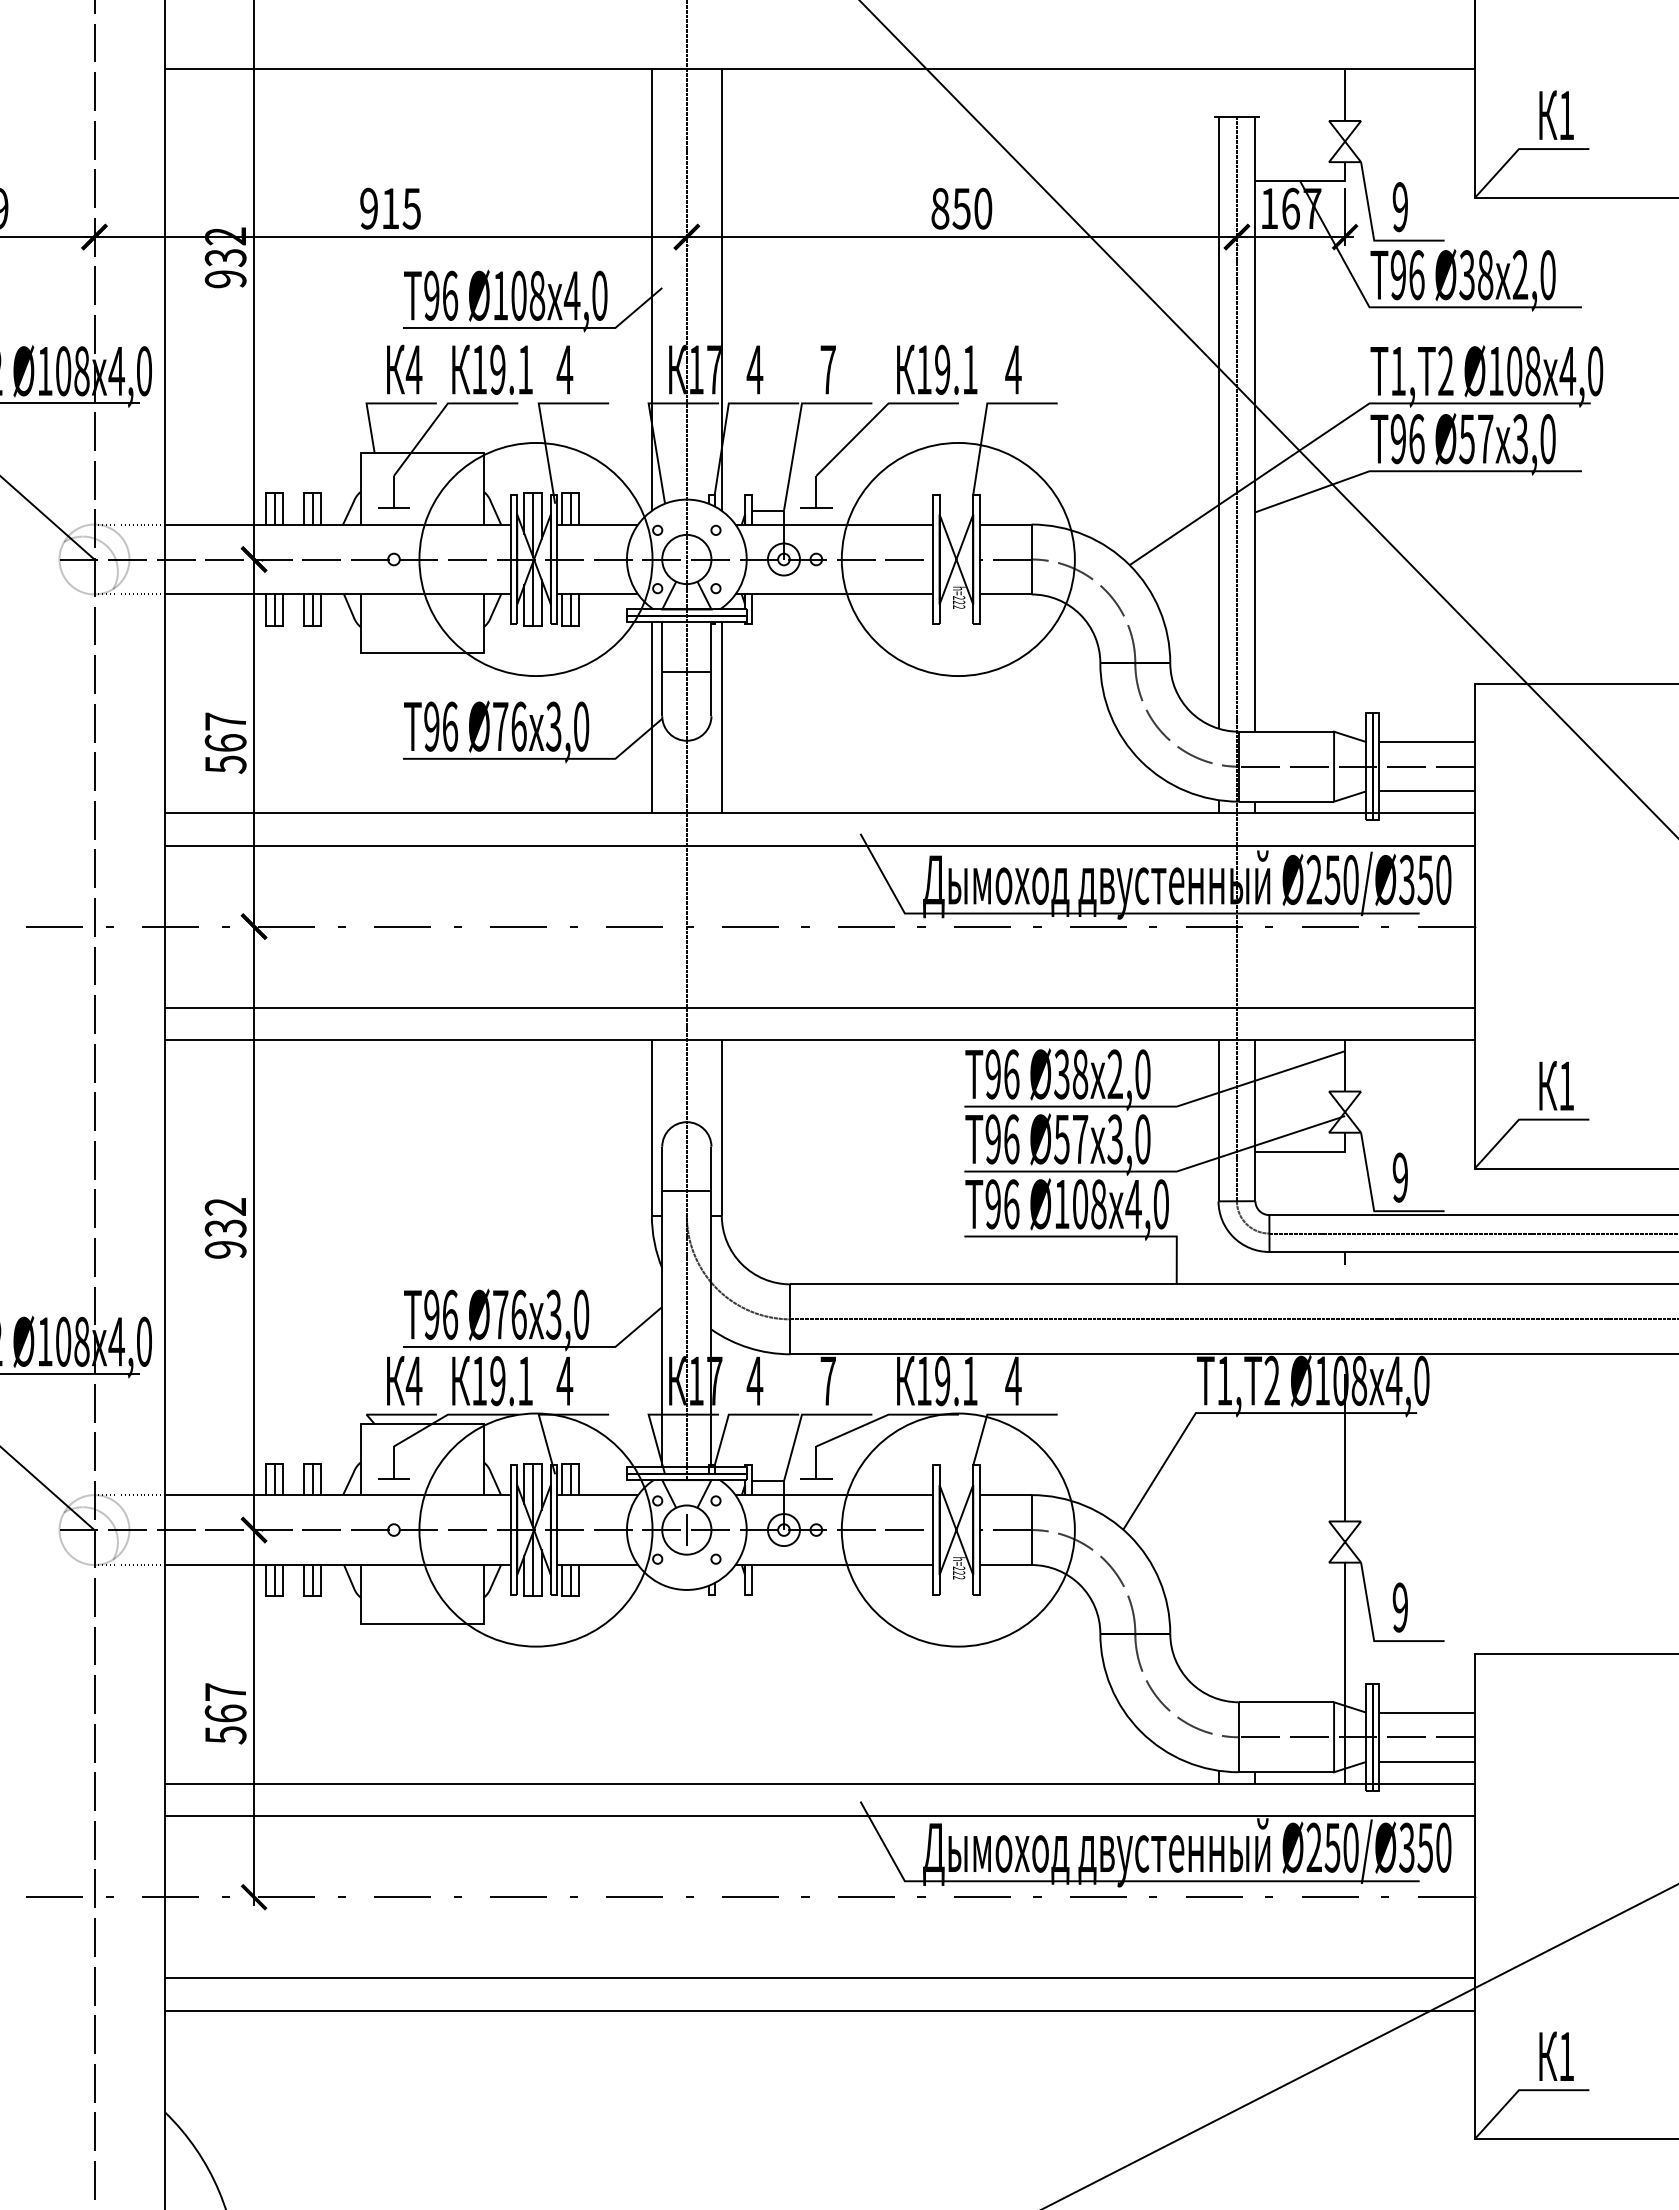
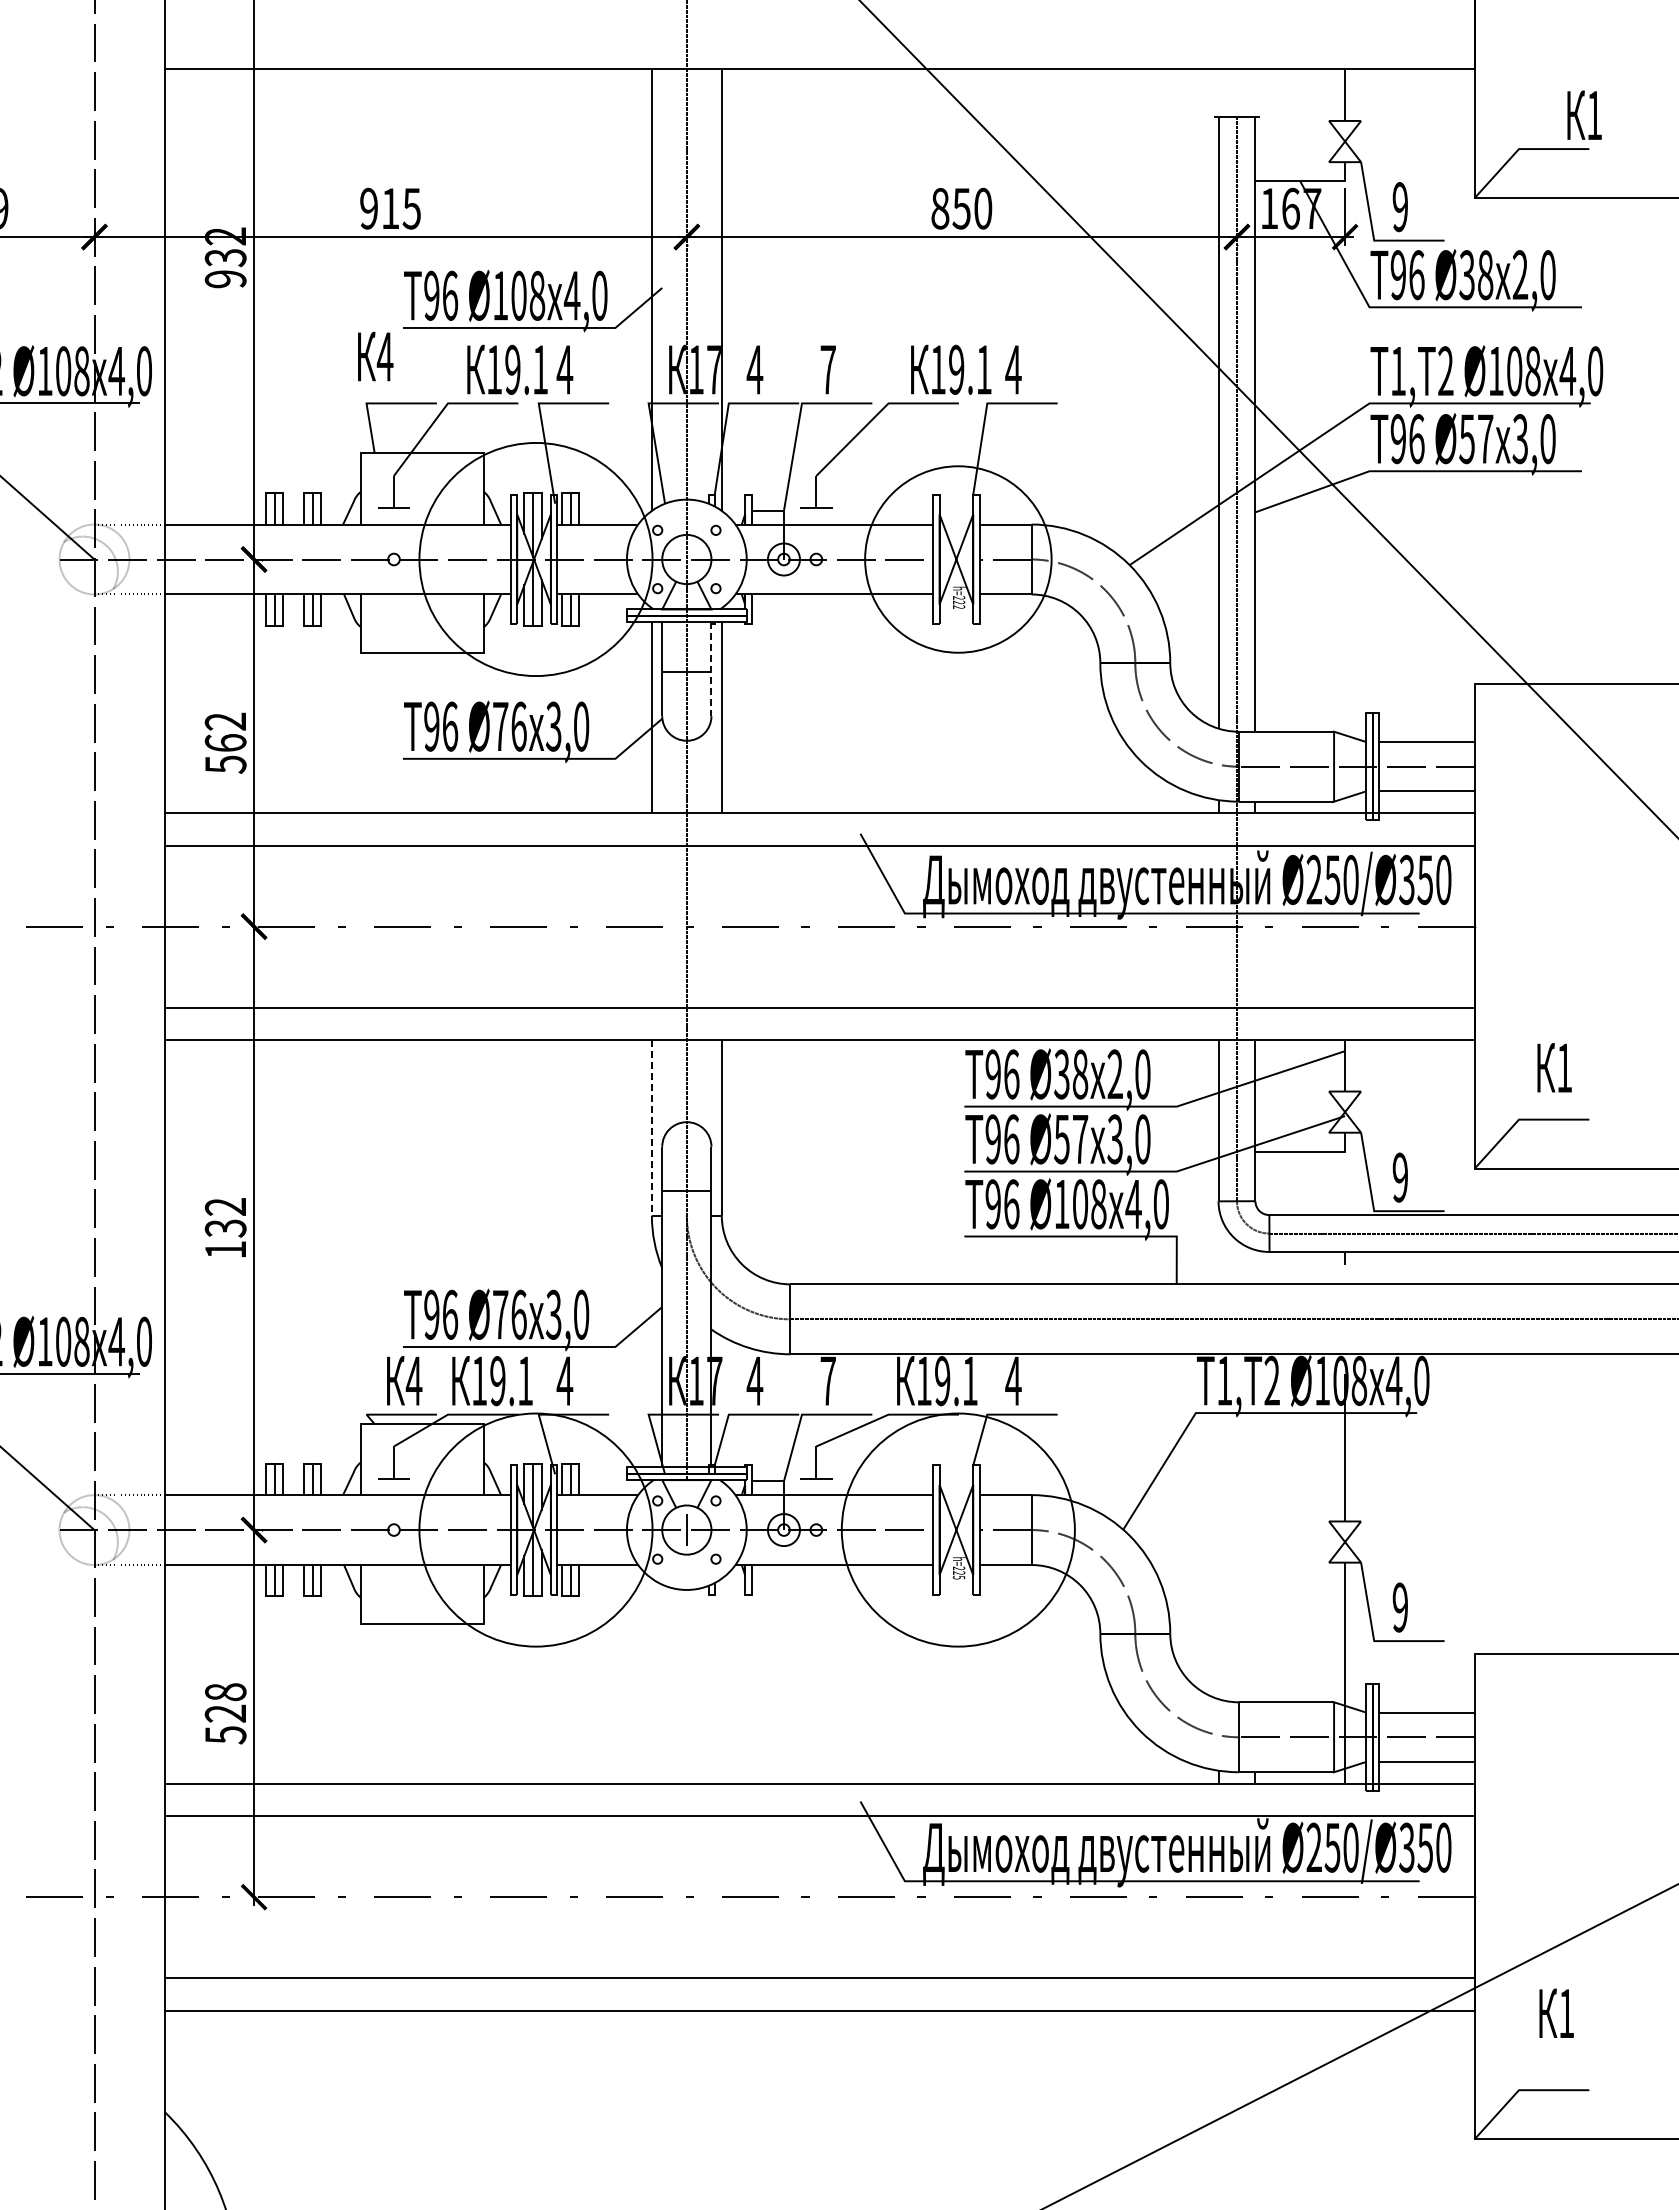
text at (1556, 114) position: (1556, 114) -> (1584, 114)
text at (404, 369) position: (404, 369) -> (375, 356)
text at (492, 369) position: (492, 369) -> (507, 369)
text at (937, 369) position: (937, 369) -> (951, 369)
circle at (957, 559) diameter: 233 px -> 186 px
line at (711, 669): solid -> dashed
text at (224, 721): 567 -> 562
text at (1556, 1085) position: (1556, 1085) -> (1554, 1067)
line at (651, 1127): solid -> dashed
text at (225, 1249): 932 -> 132
text at (958, 1577): h=222 -> h=225
text at (225, 1702): 567 -> 528
text at (1556, 2055) position: (1556, 2055) -> (1556, 2012)
